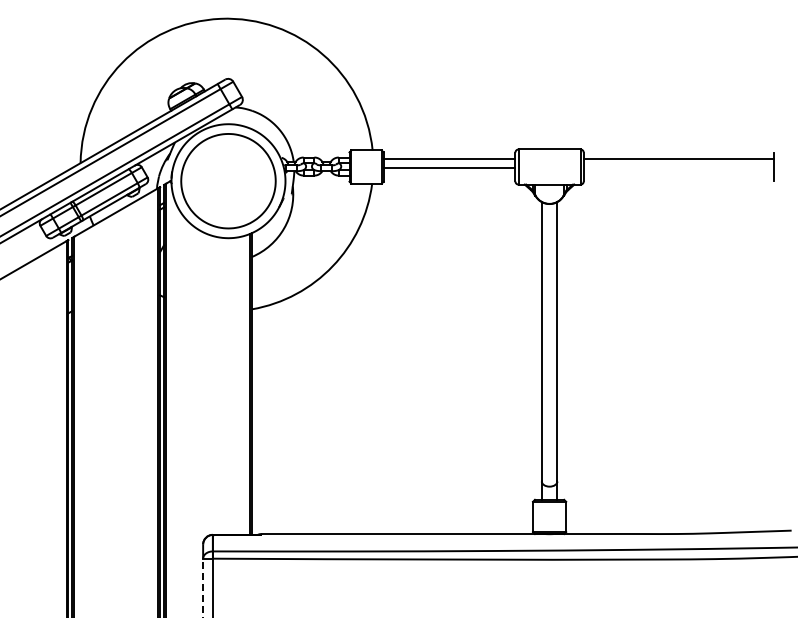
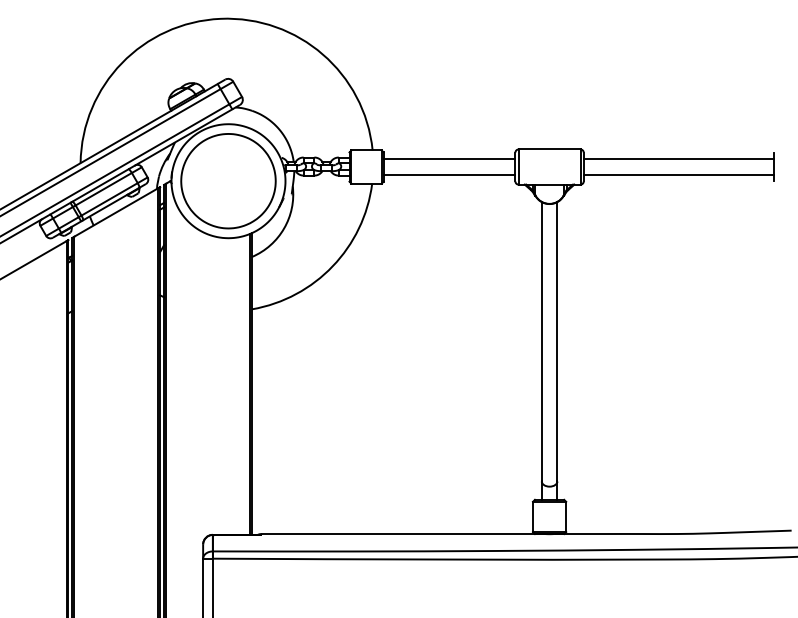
line at (449, 167) position: (449, 167) -> (449, 174)
line at (678, 174): none -> present
line at (203, 587): dashed -> solid
